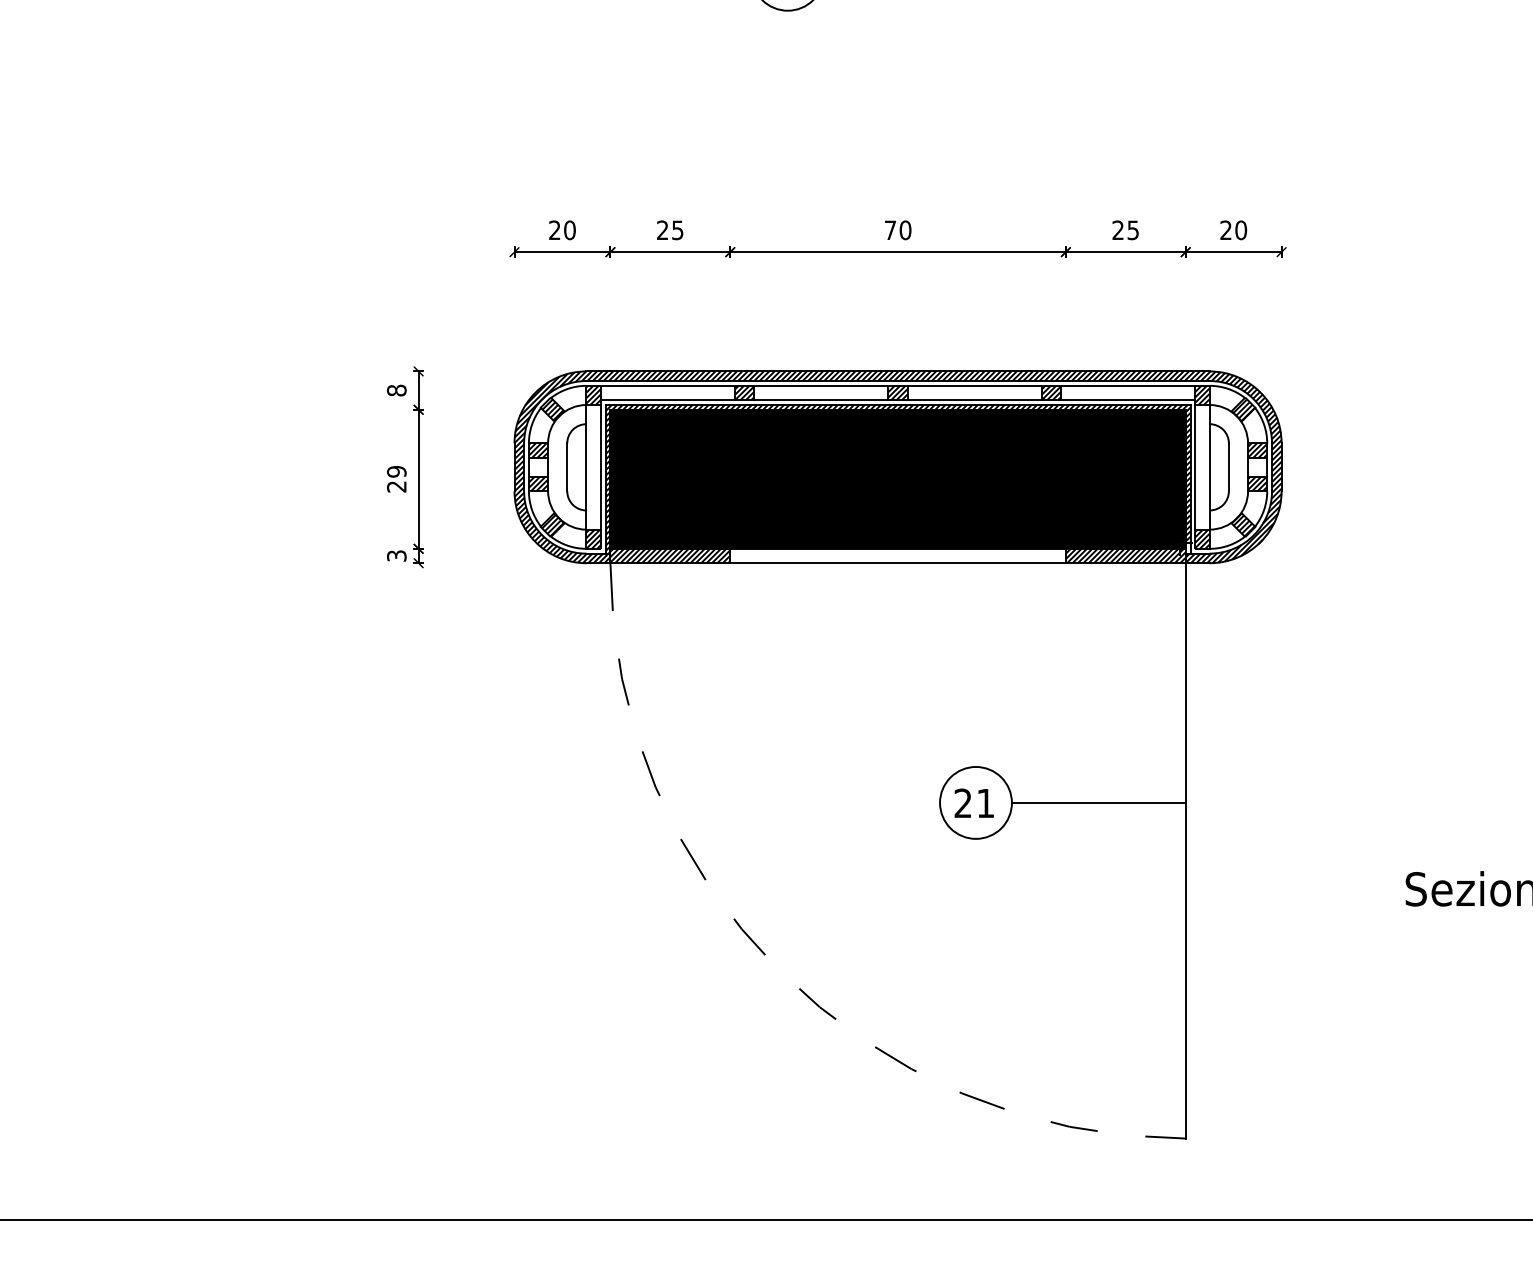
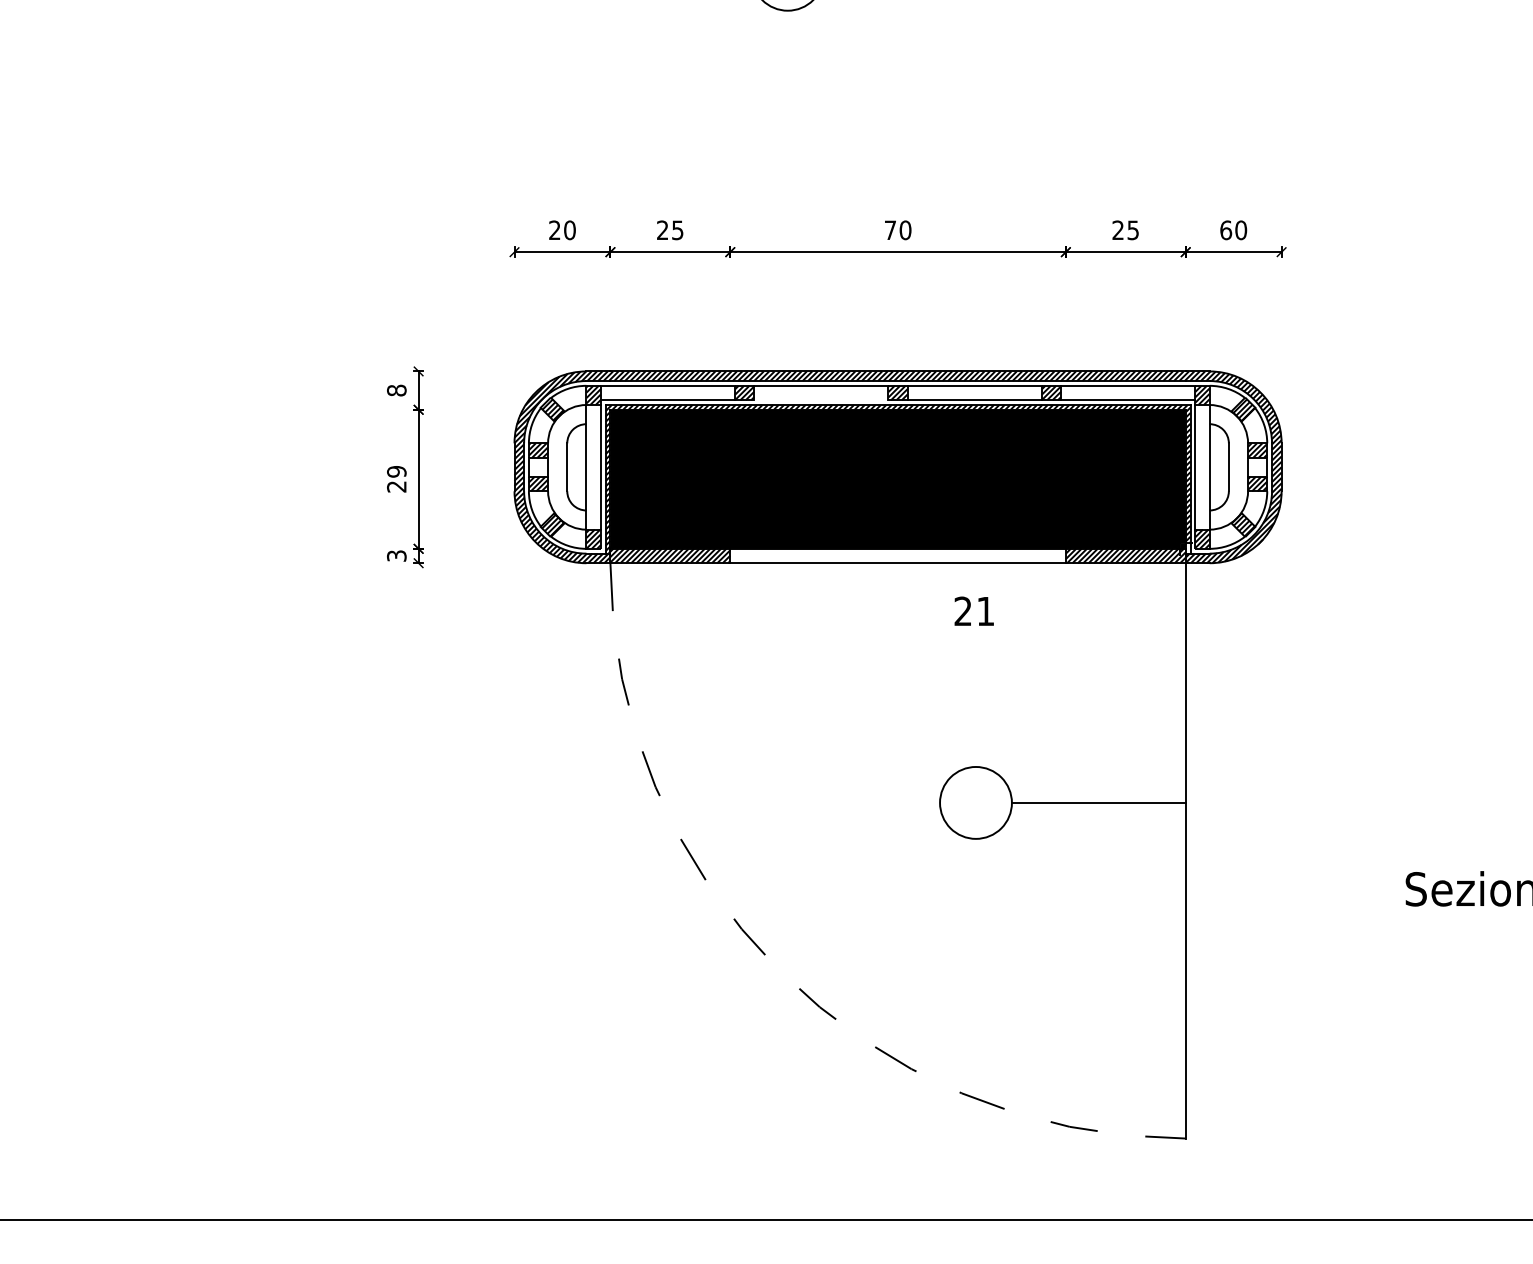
text at (1226, 230): 20 -> 60
line at (821, 400): present -> none
text at (973, 802) position: (973, 802) -> (973, 610)
